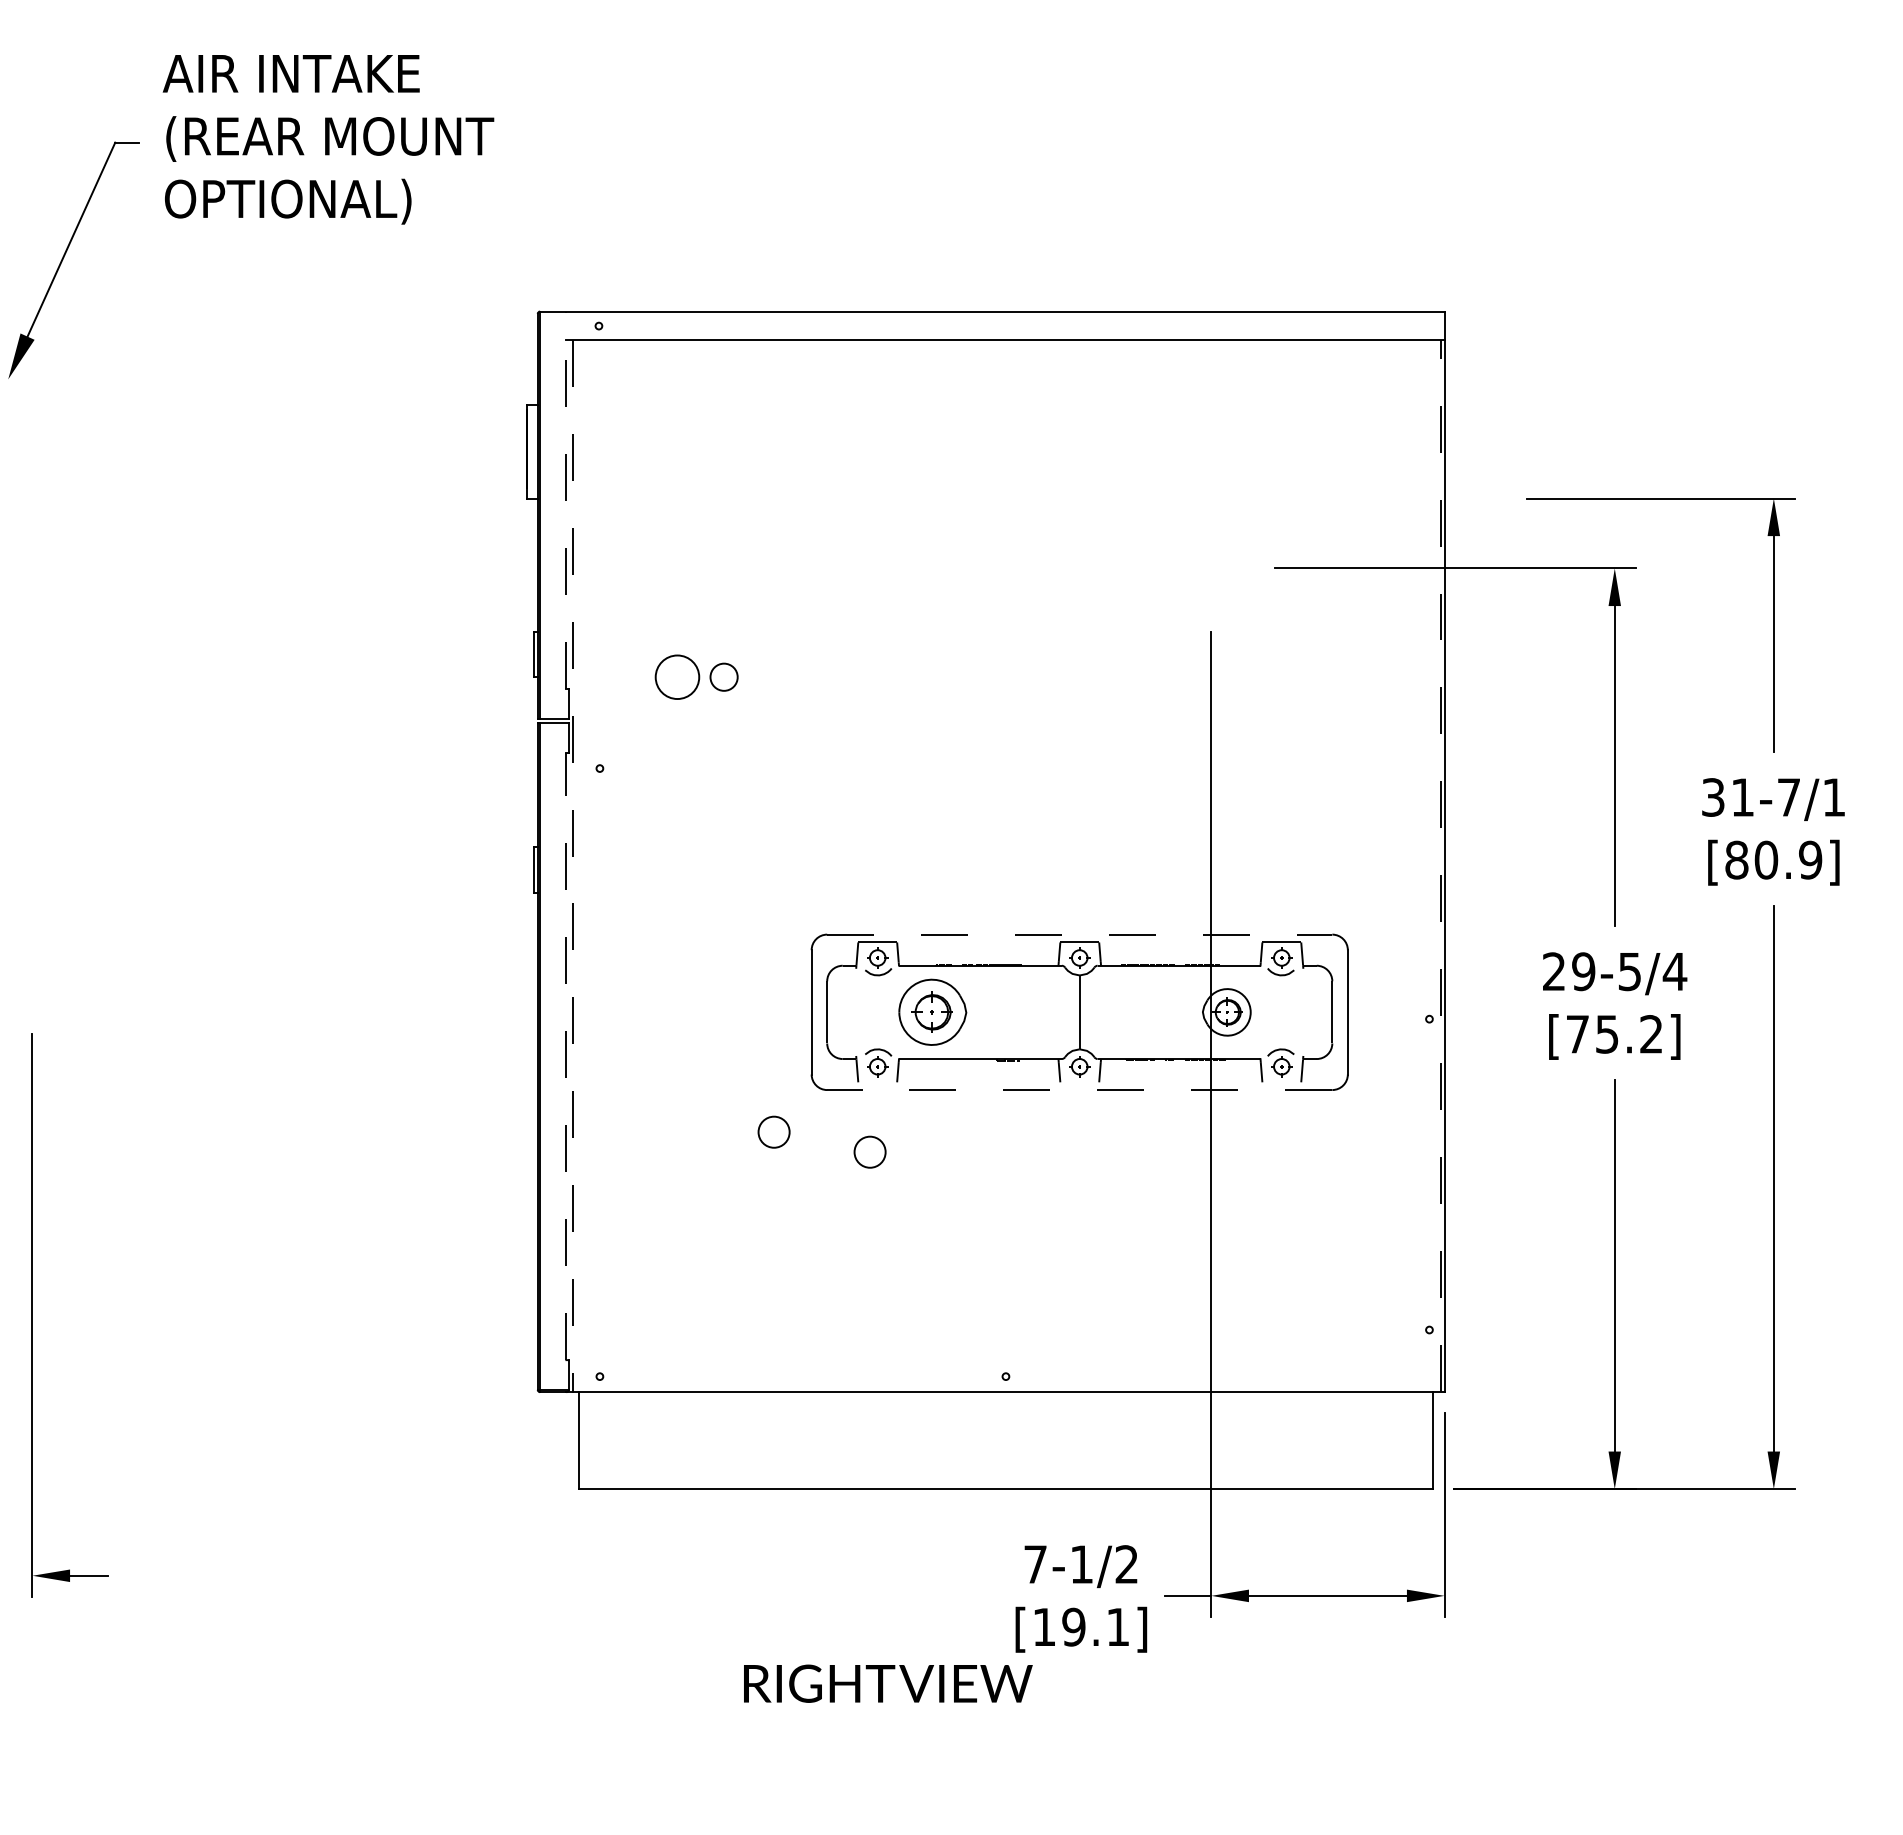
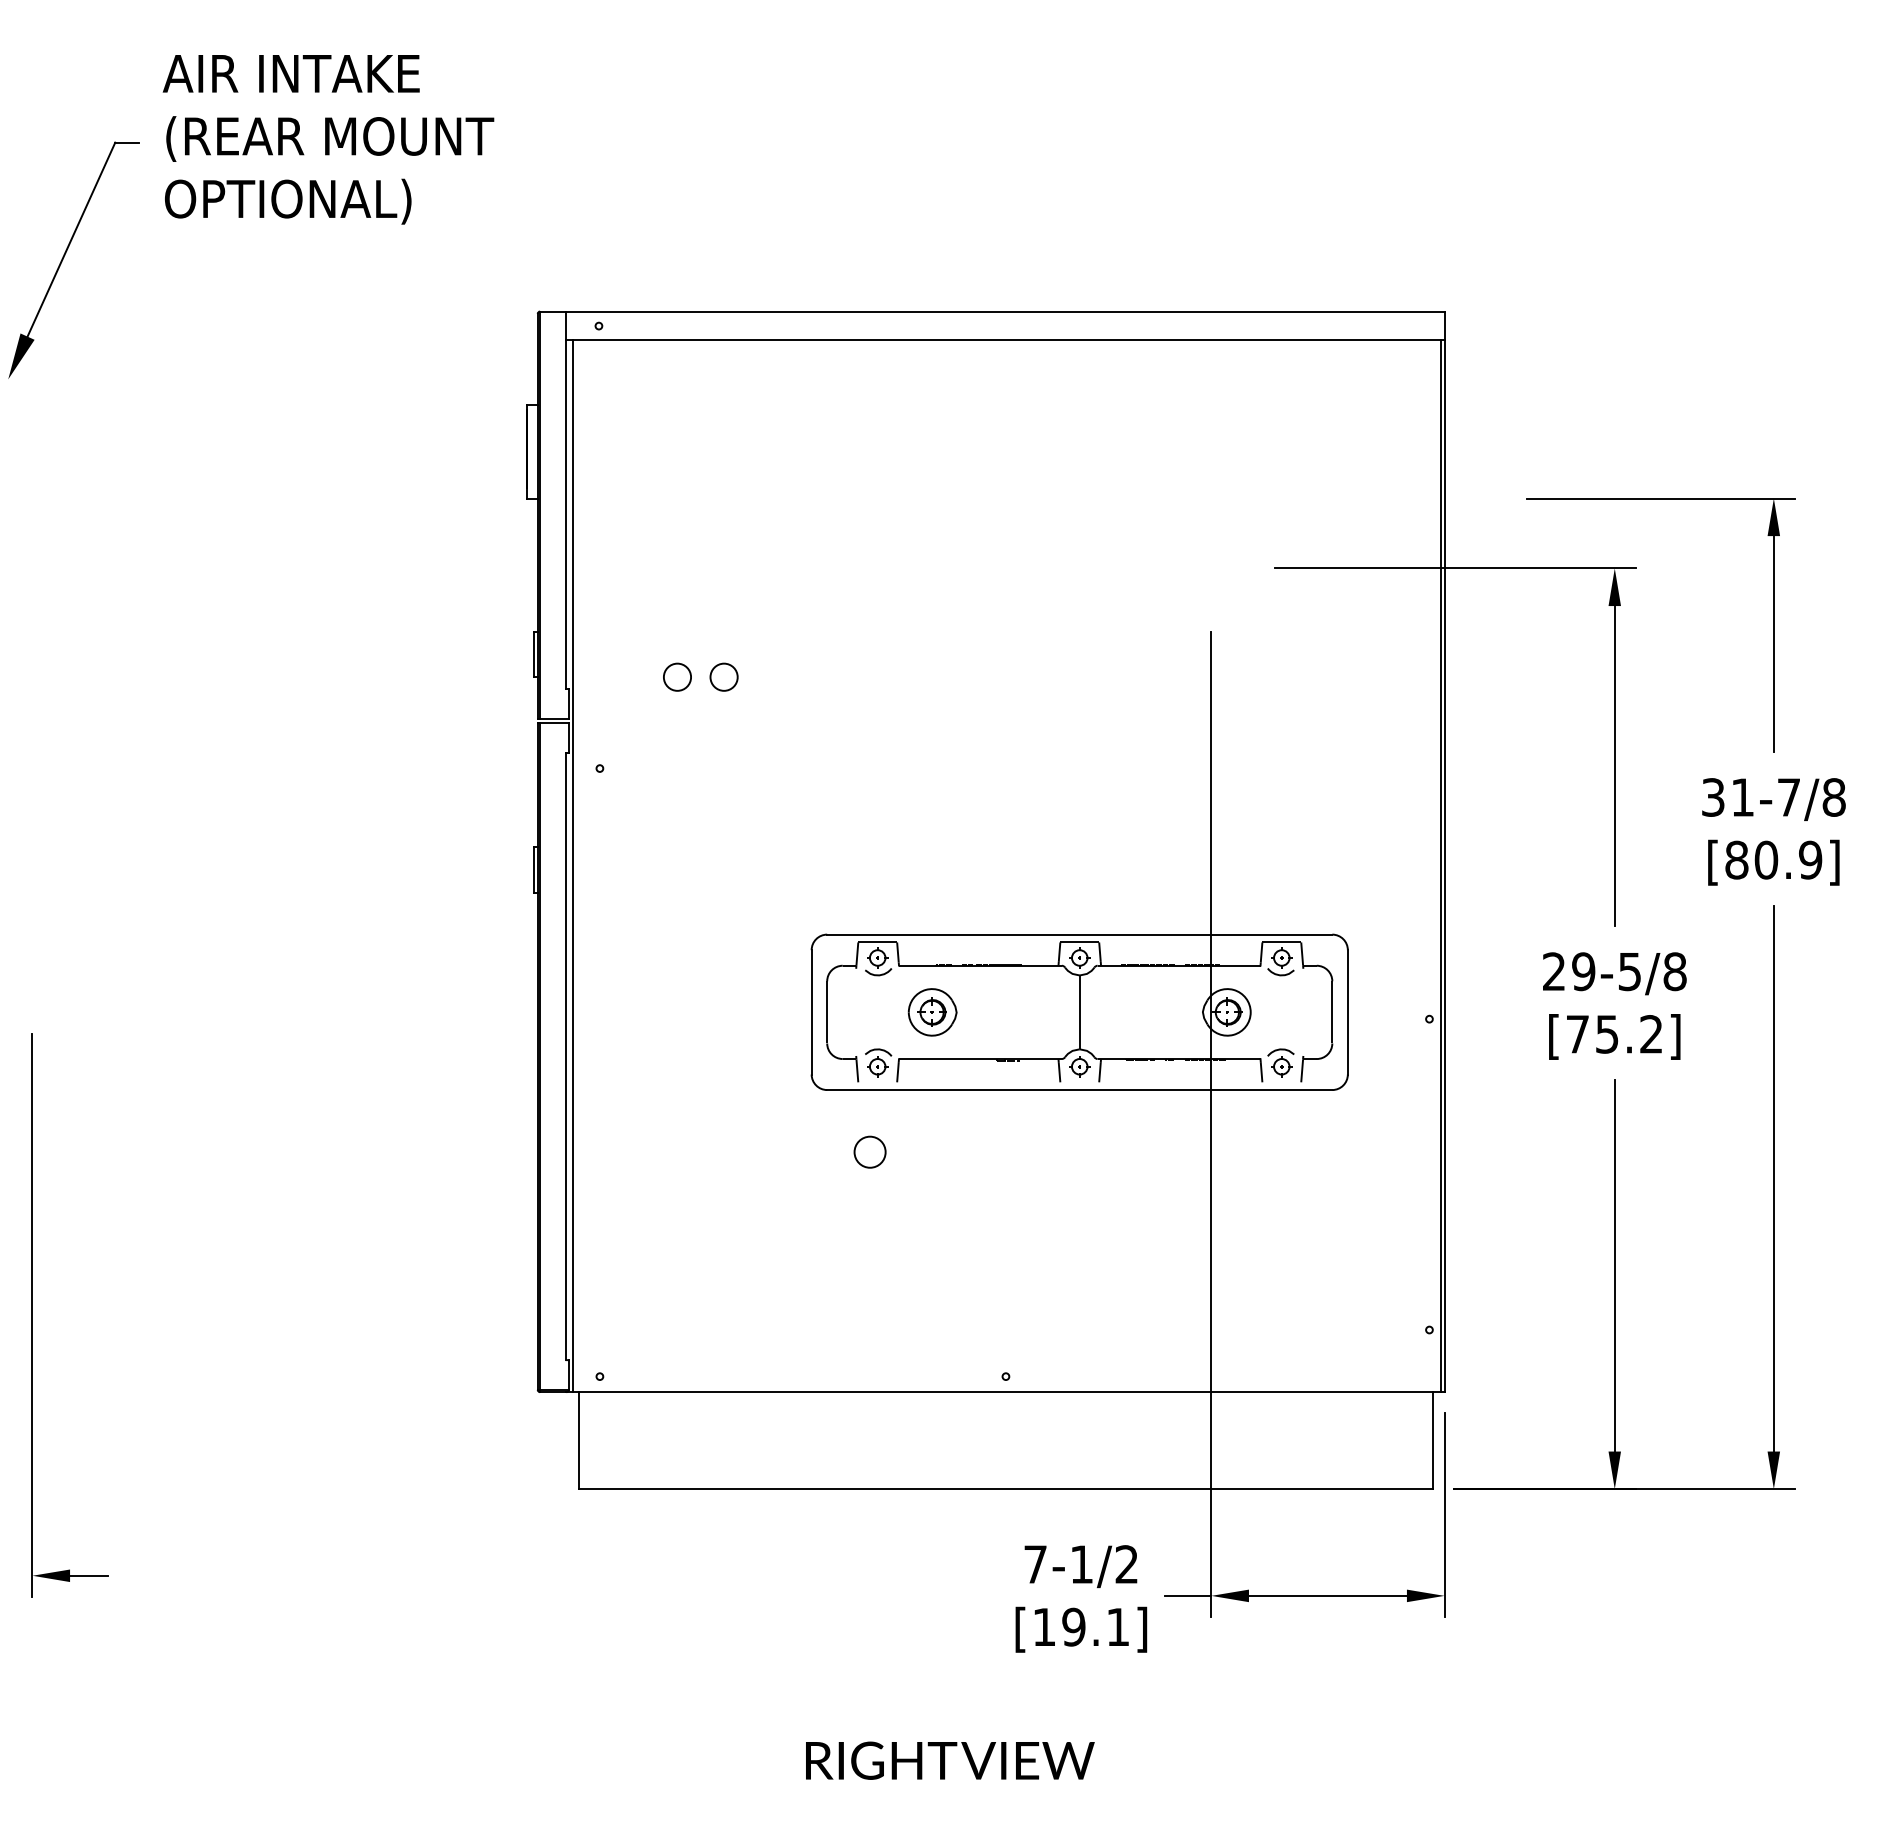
line at (566, 500): dashed -> solid
circle at (677, 677) diameter: 44 px -> 27 px
text at (1833, 797): 31-7/1 -> 31-7/8
line at (1440, 865): dashed -> solid
line at (572, 866): dashed -> solid
line at (1079, 934): dashed -> solid
text at (1674, 971): 29-5/4 -> 29-5/8
part at (932, 1011) size: 70x68 px -> 51x49 px
line at (566, 1056): dashed -> solid
line at (1079, 1090): dashed -> solid
circle at (773, 1131): present -> none
text at (888, 1683) position: (888, 1683) -> (950, 1760)
